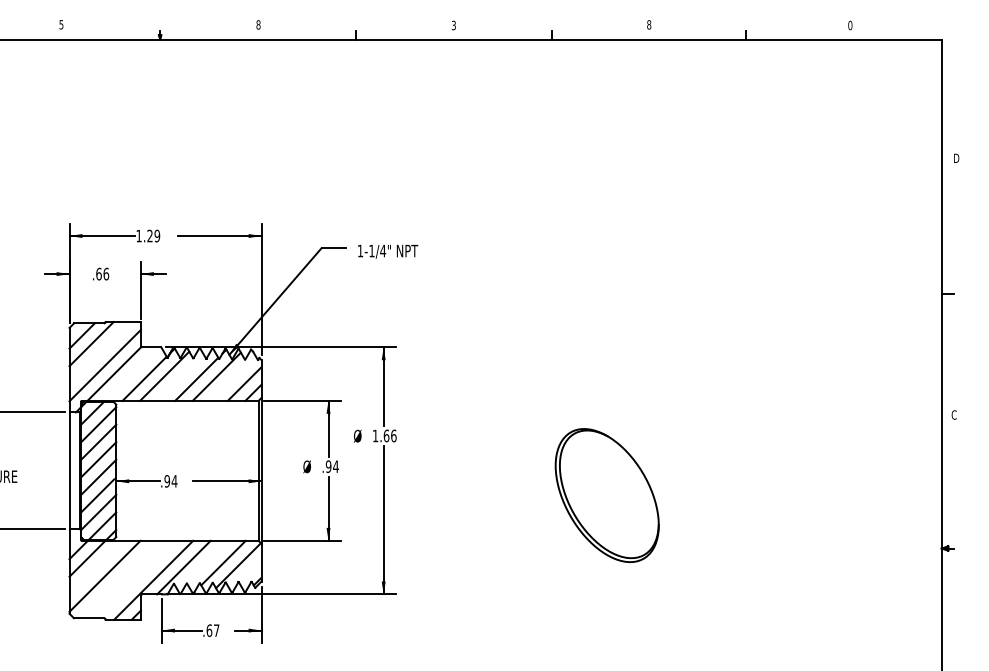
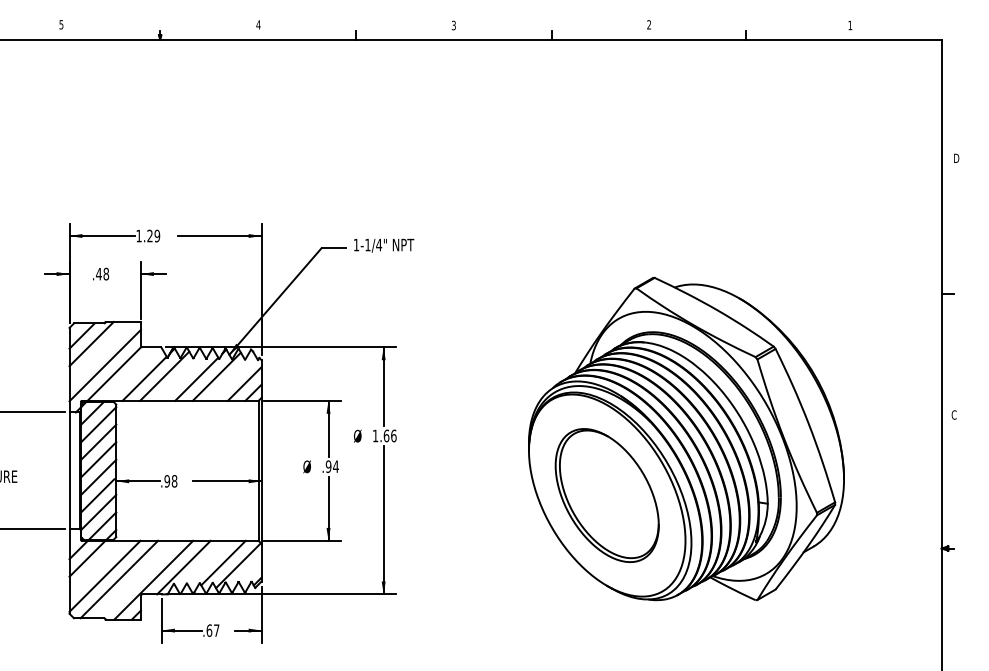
text at (258, 24): 8 -> 4
text at (649, 24): 8 -> 2
text at (850, 25): 0 -> 1
text at (388, 251) position: (388, 251) -> (384, 245)
text at (102, 273): .66 -> .48
part at (686, 438): none -> present
text at (174, 481): .94 -> .98
line at (119, 579): none -> present
